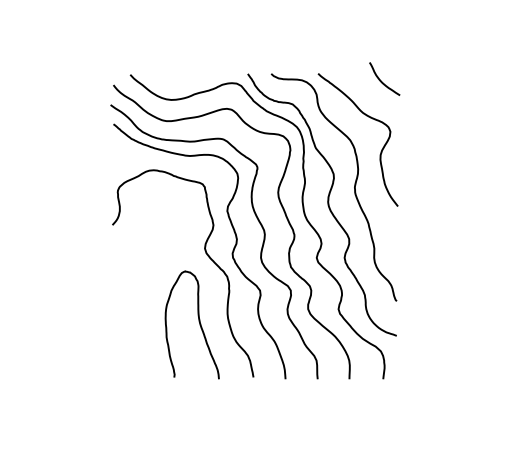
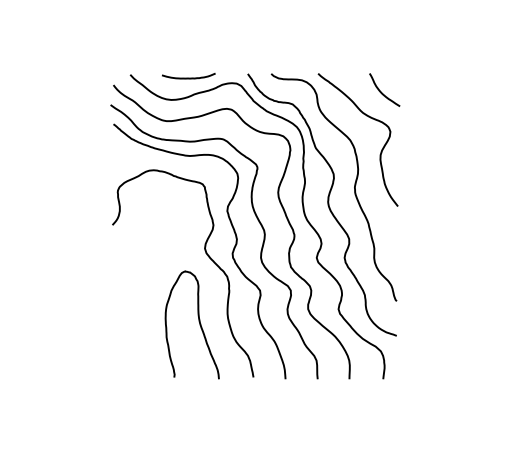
curve at (188, 77): none -> present
curve at (381, 80) position: (381, 80) -> (381, 91)
